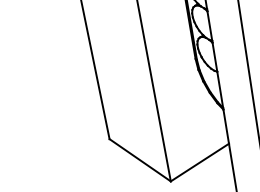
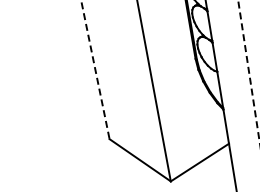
line at (95, 69): solid -> dashed
line at (249, 72): solid -> dashed
